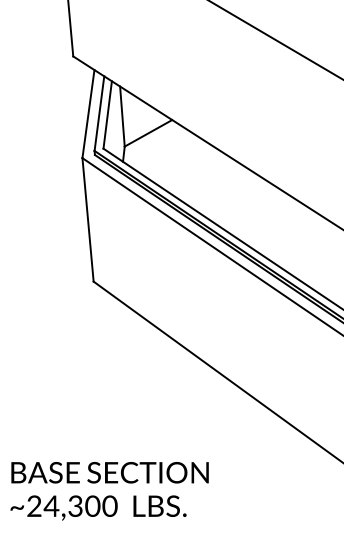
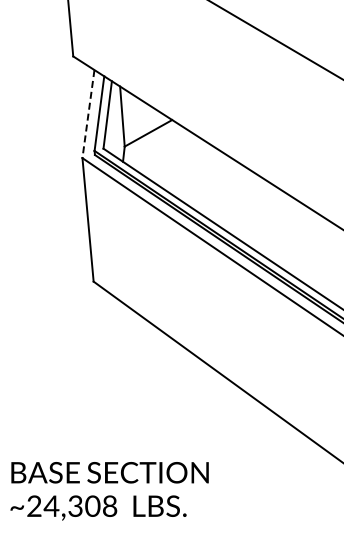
line at (88, 114): solid -> dashed
text at (109, 506): ~24,300 -> ~24,308
